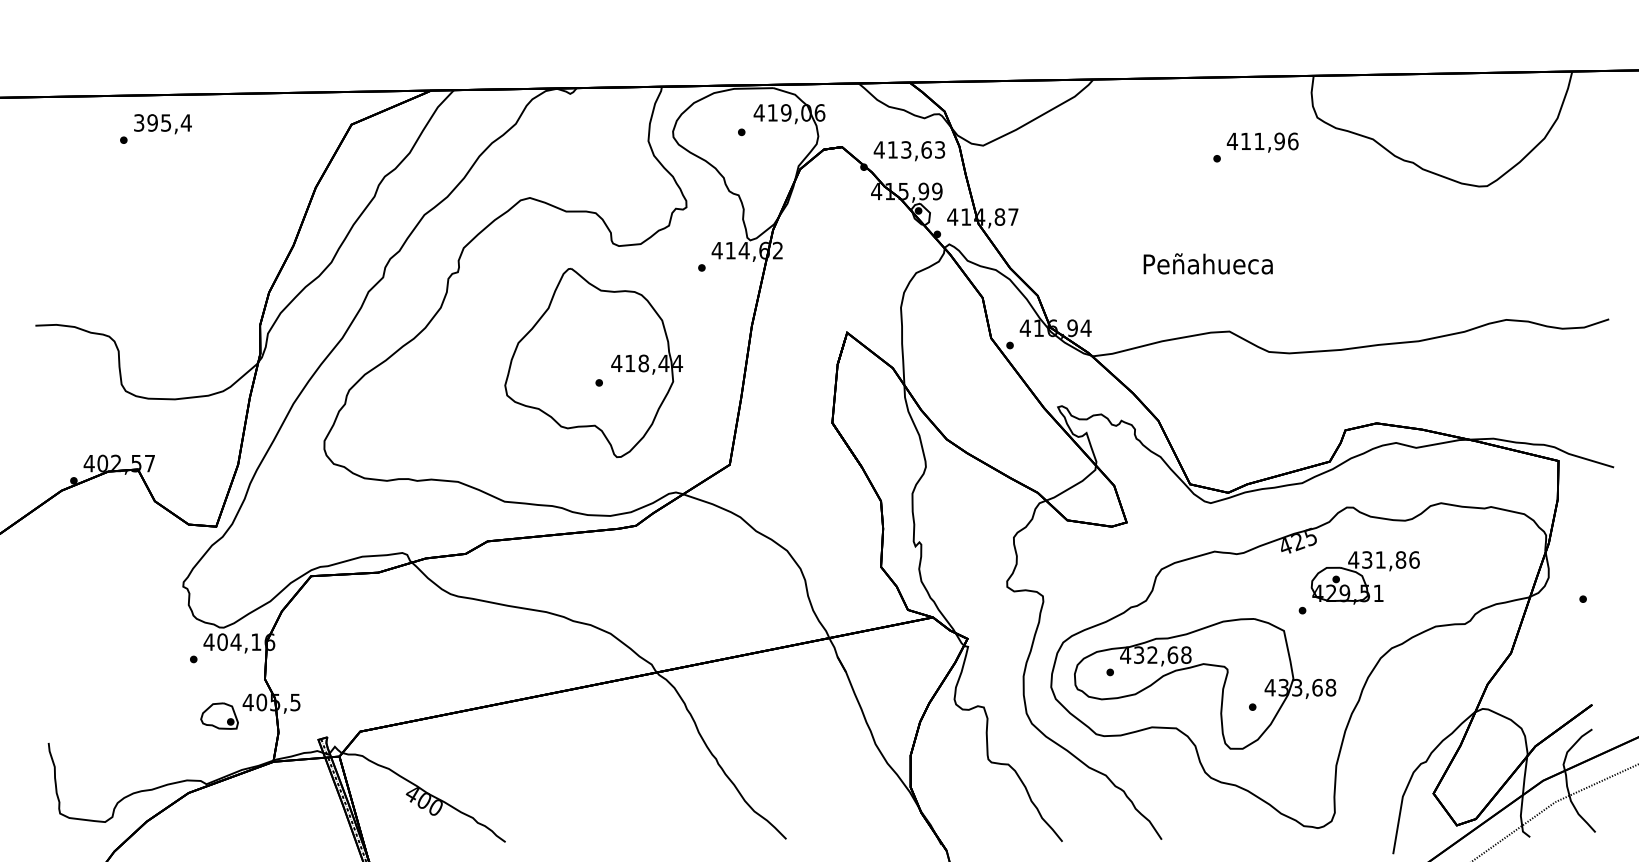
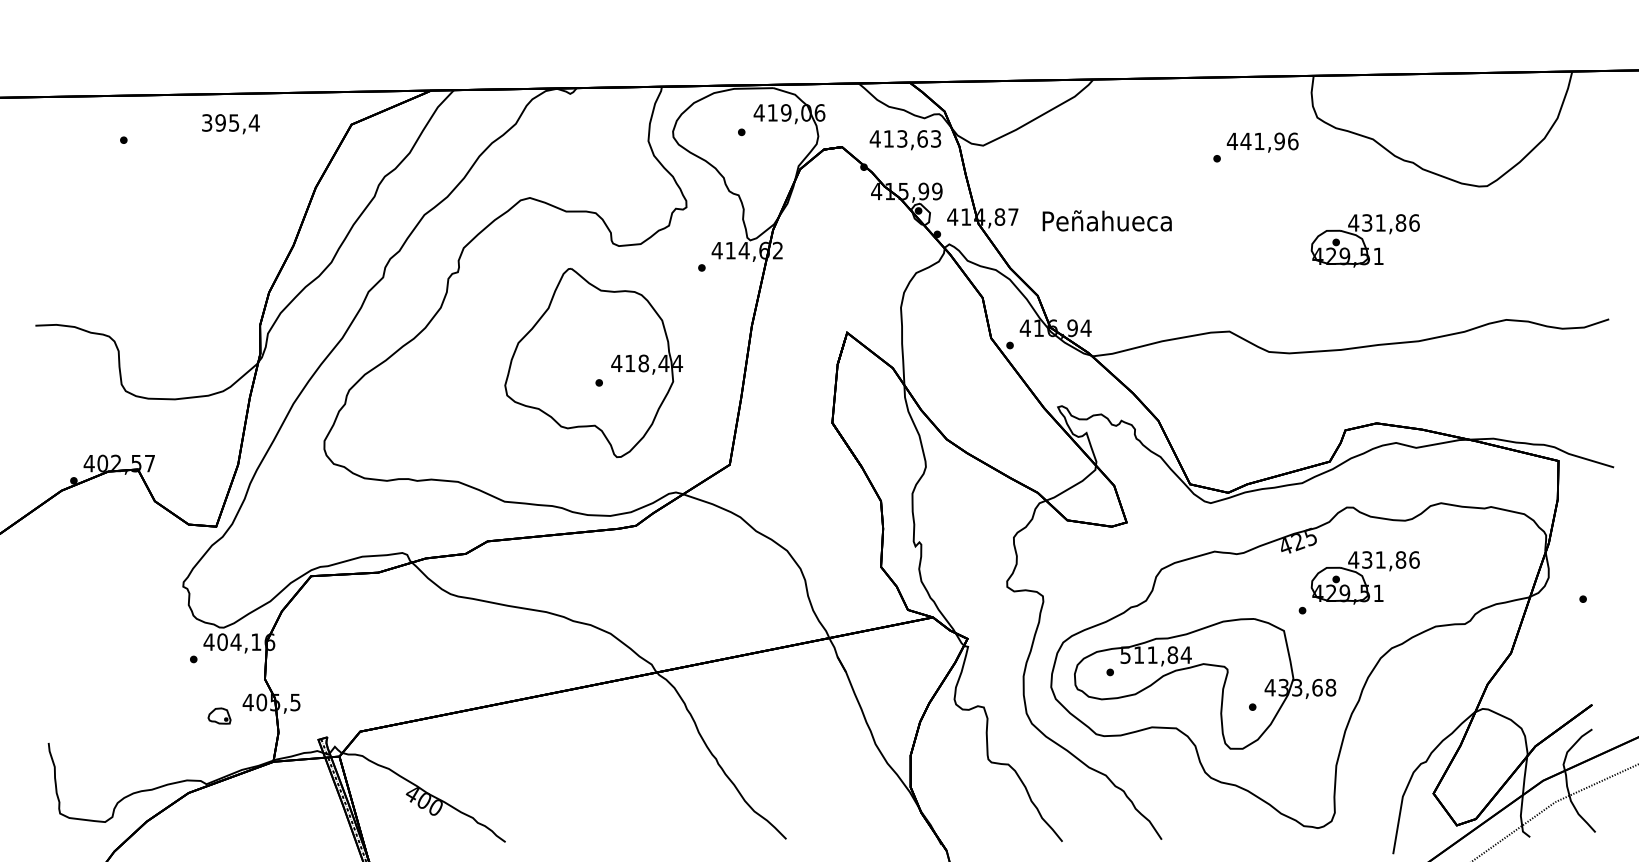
text at (162, 124) position: (162, 124) -> (230, 124)
text at (1245, 140): 411,96 -> 441,96
text at (909, 151) position: (909, 151) -> (905, 140)
part at (1364, 240): none -> present
text at (1207, 263) position: (1207, 263) -> (1106, 220)
text at (1155, 654): 432,68 -> 511,84
part at (219, 715) size: 39x28 px -> 25x18 px
